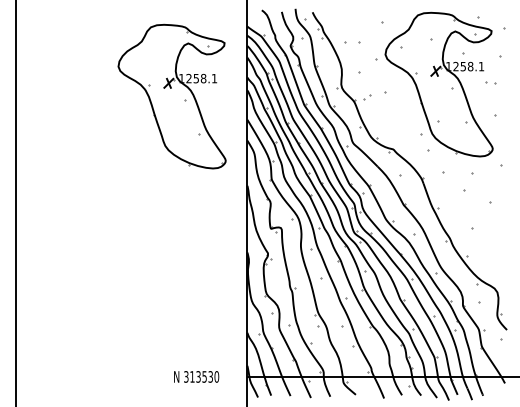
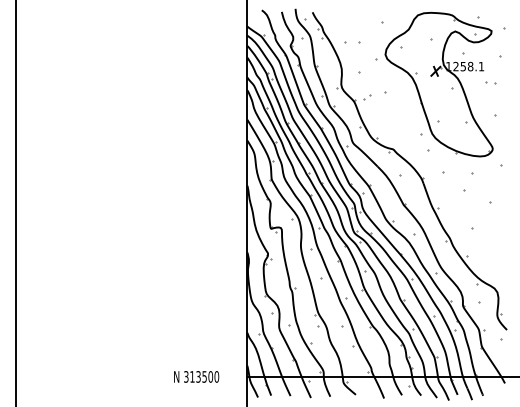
part at (171, 96): present -> none
text at (210, 376): 313530 -> 313500
